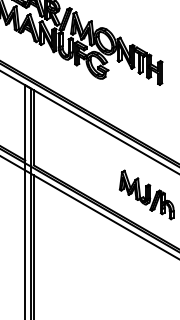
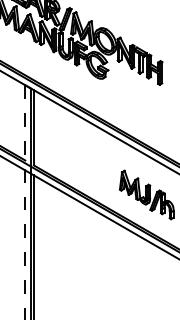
line at (25, 203): solid -> dashed
